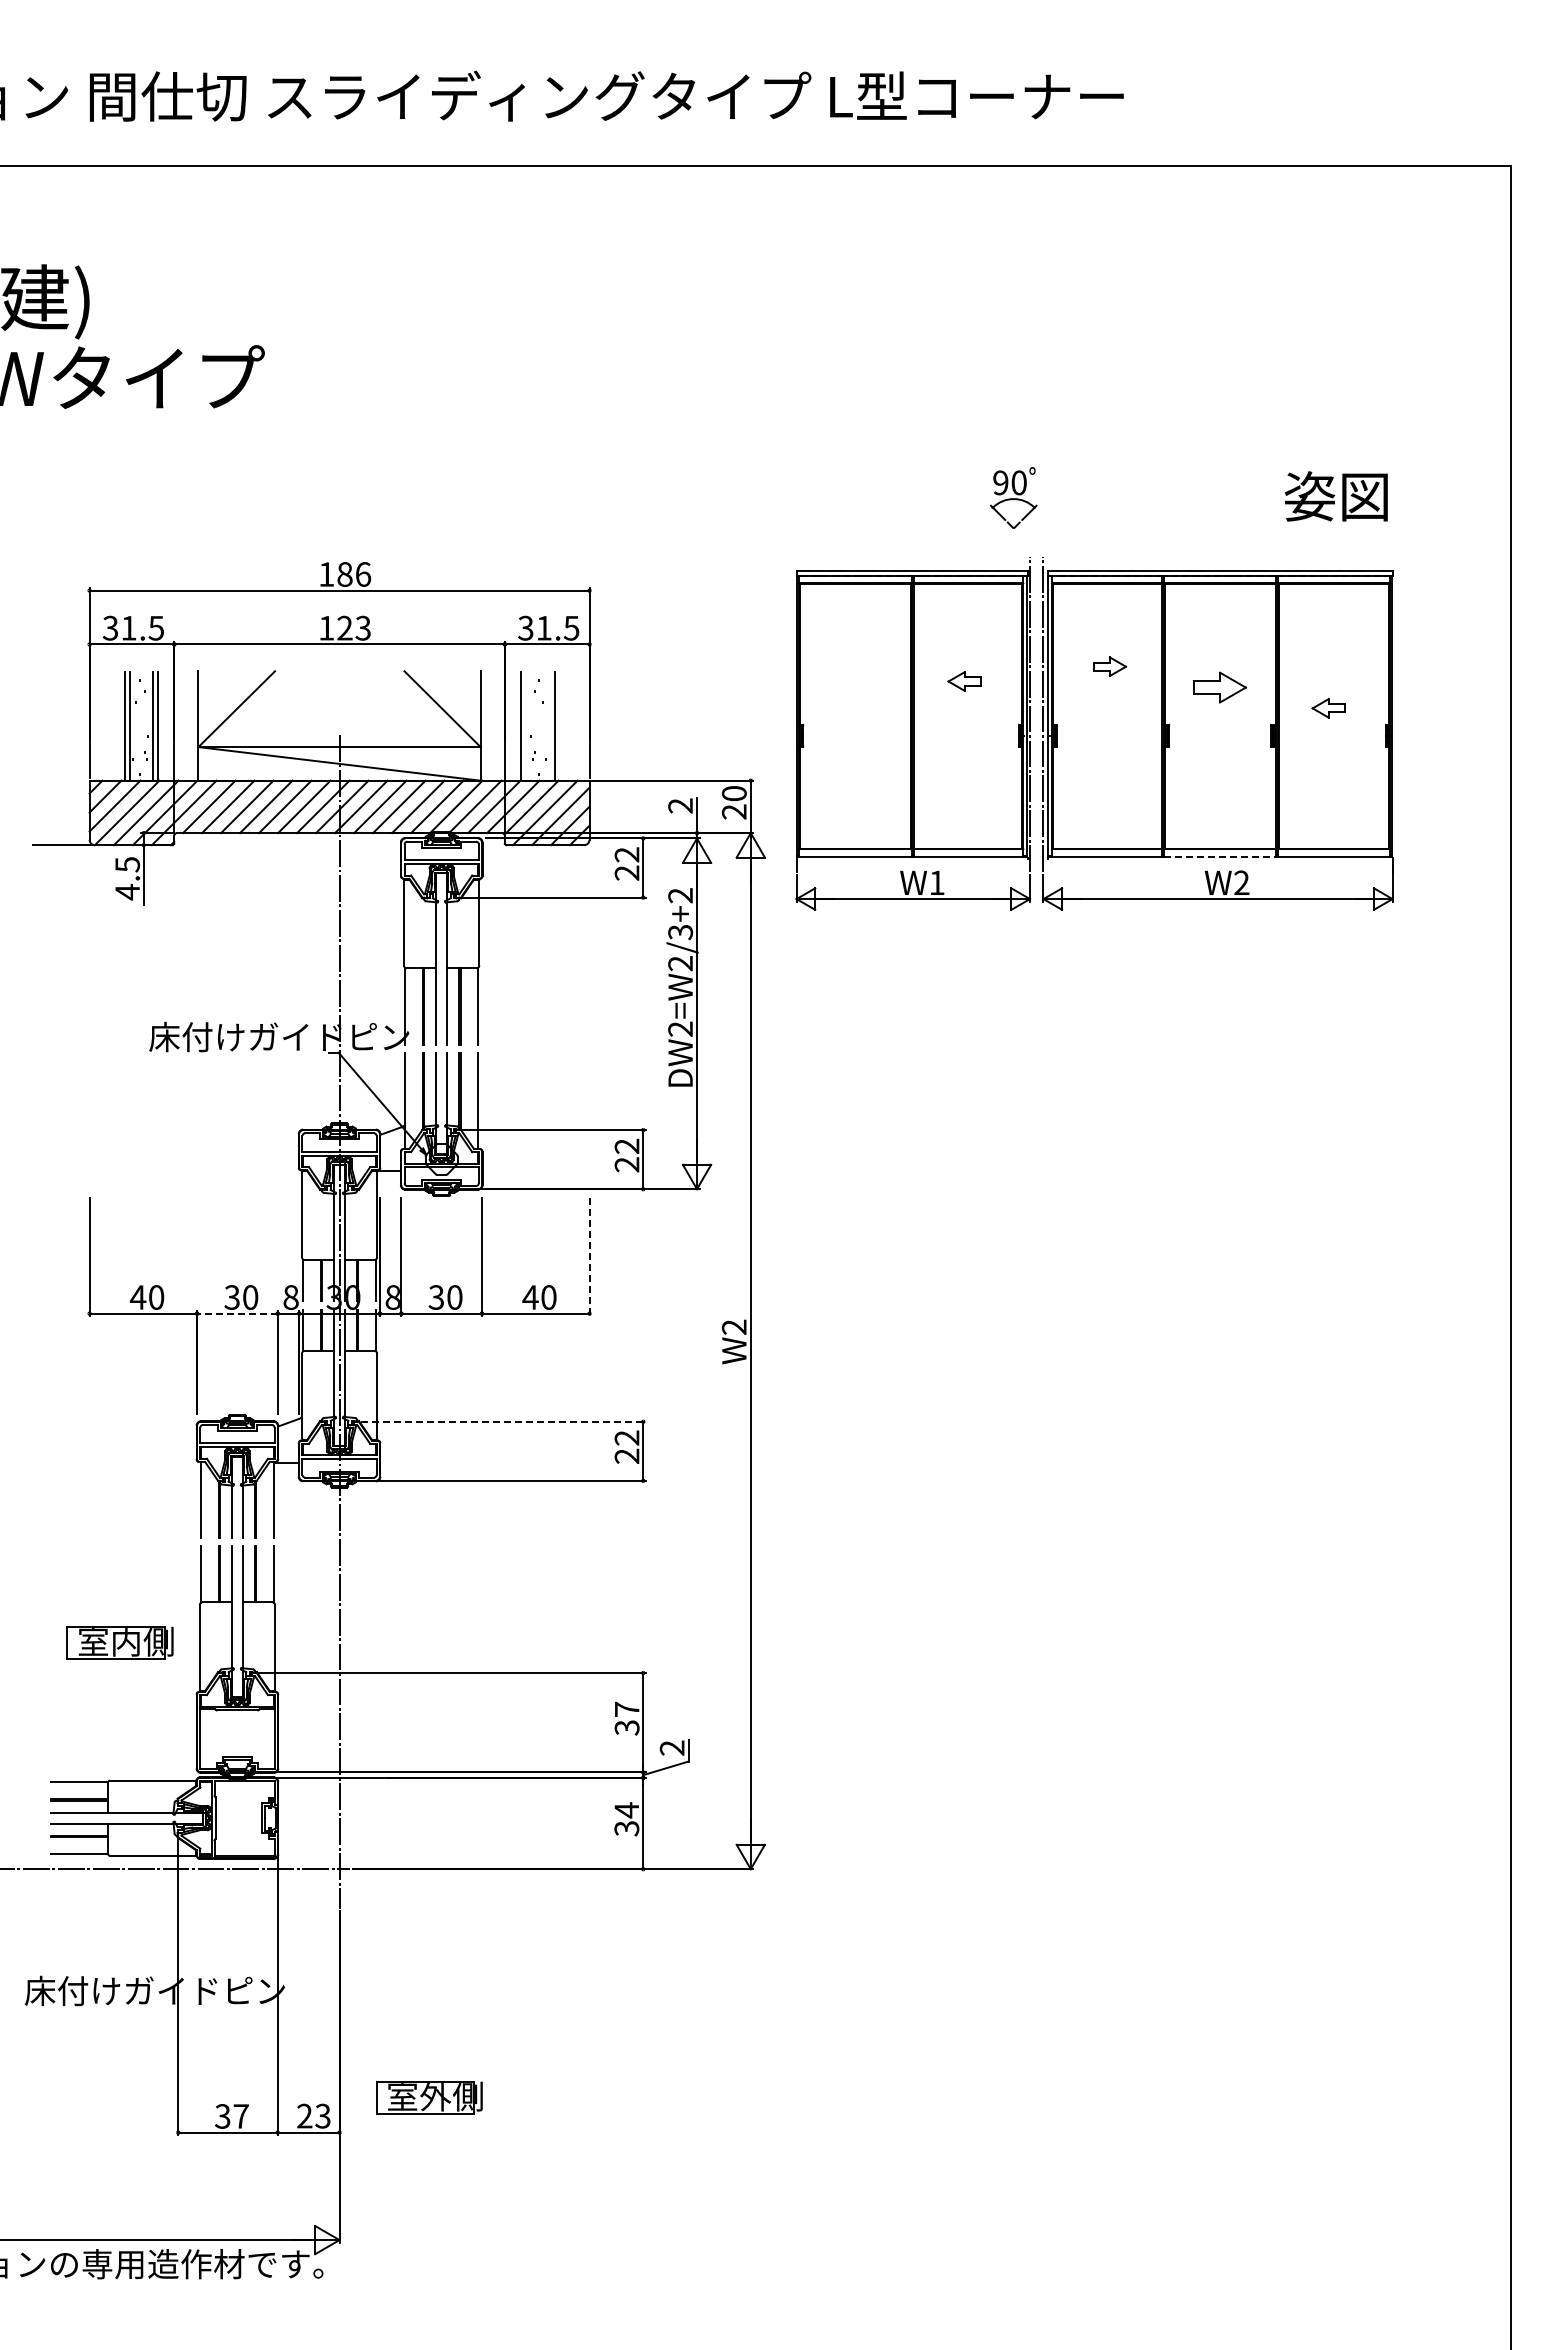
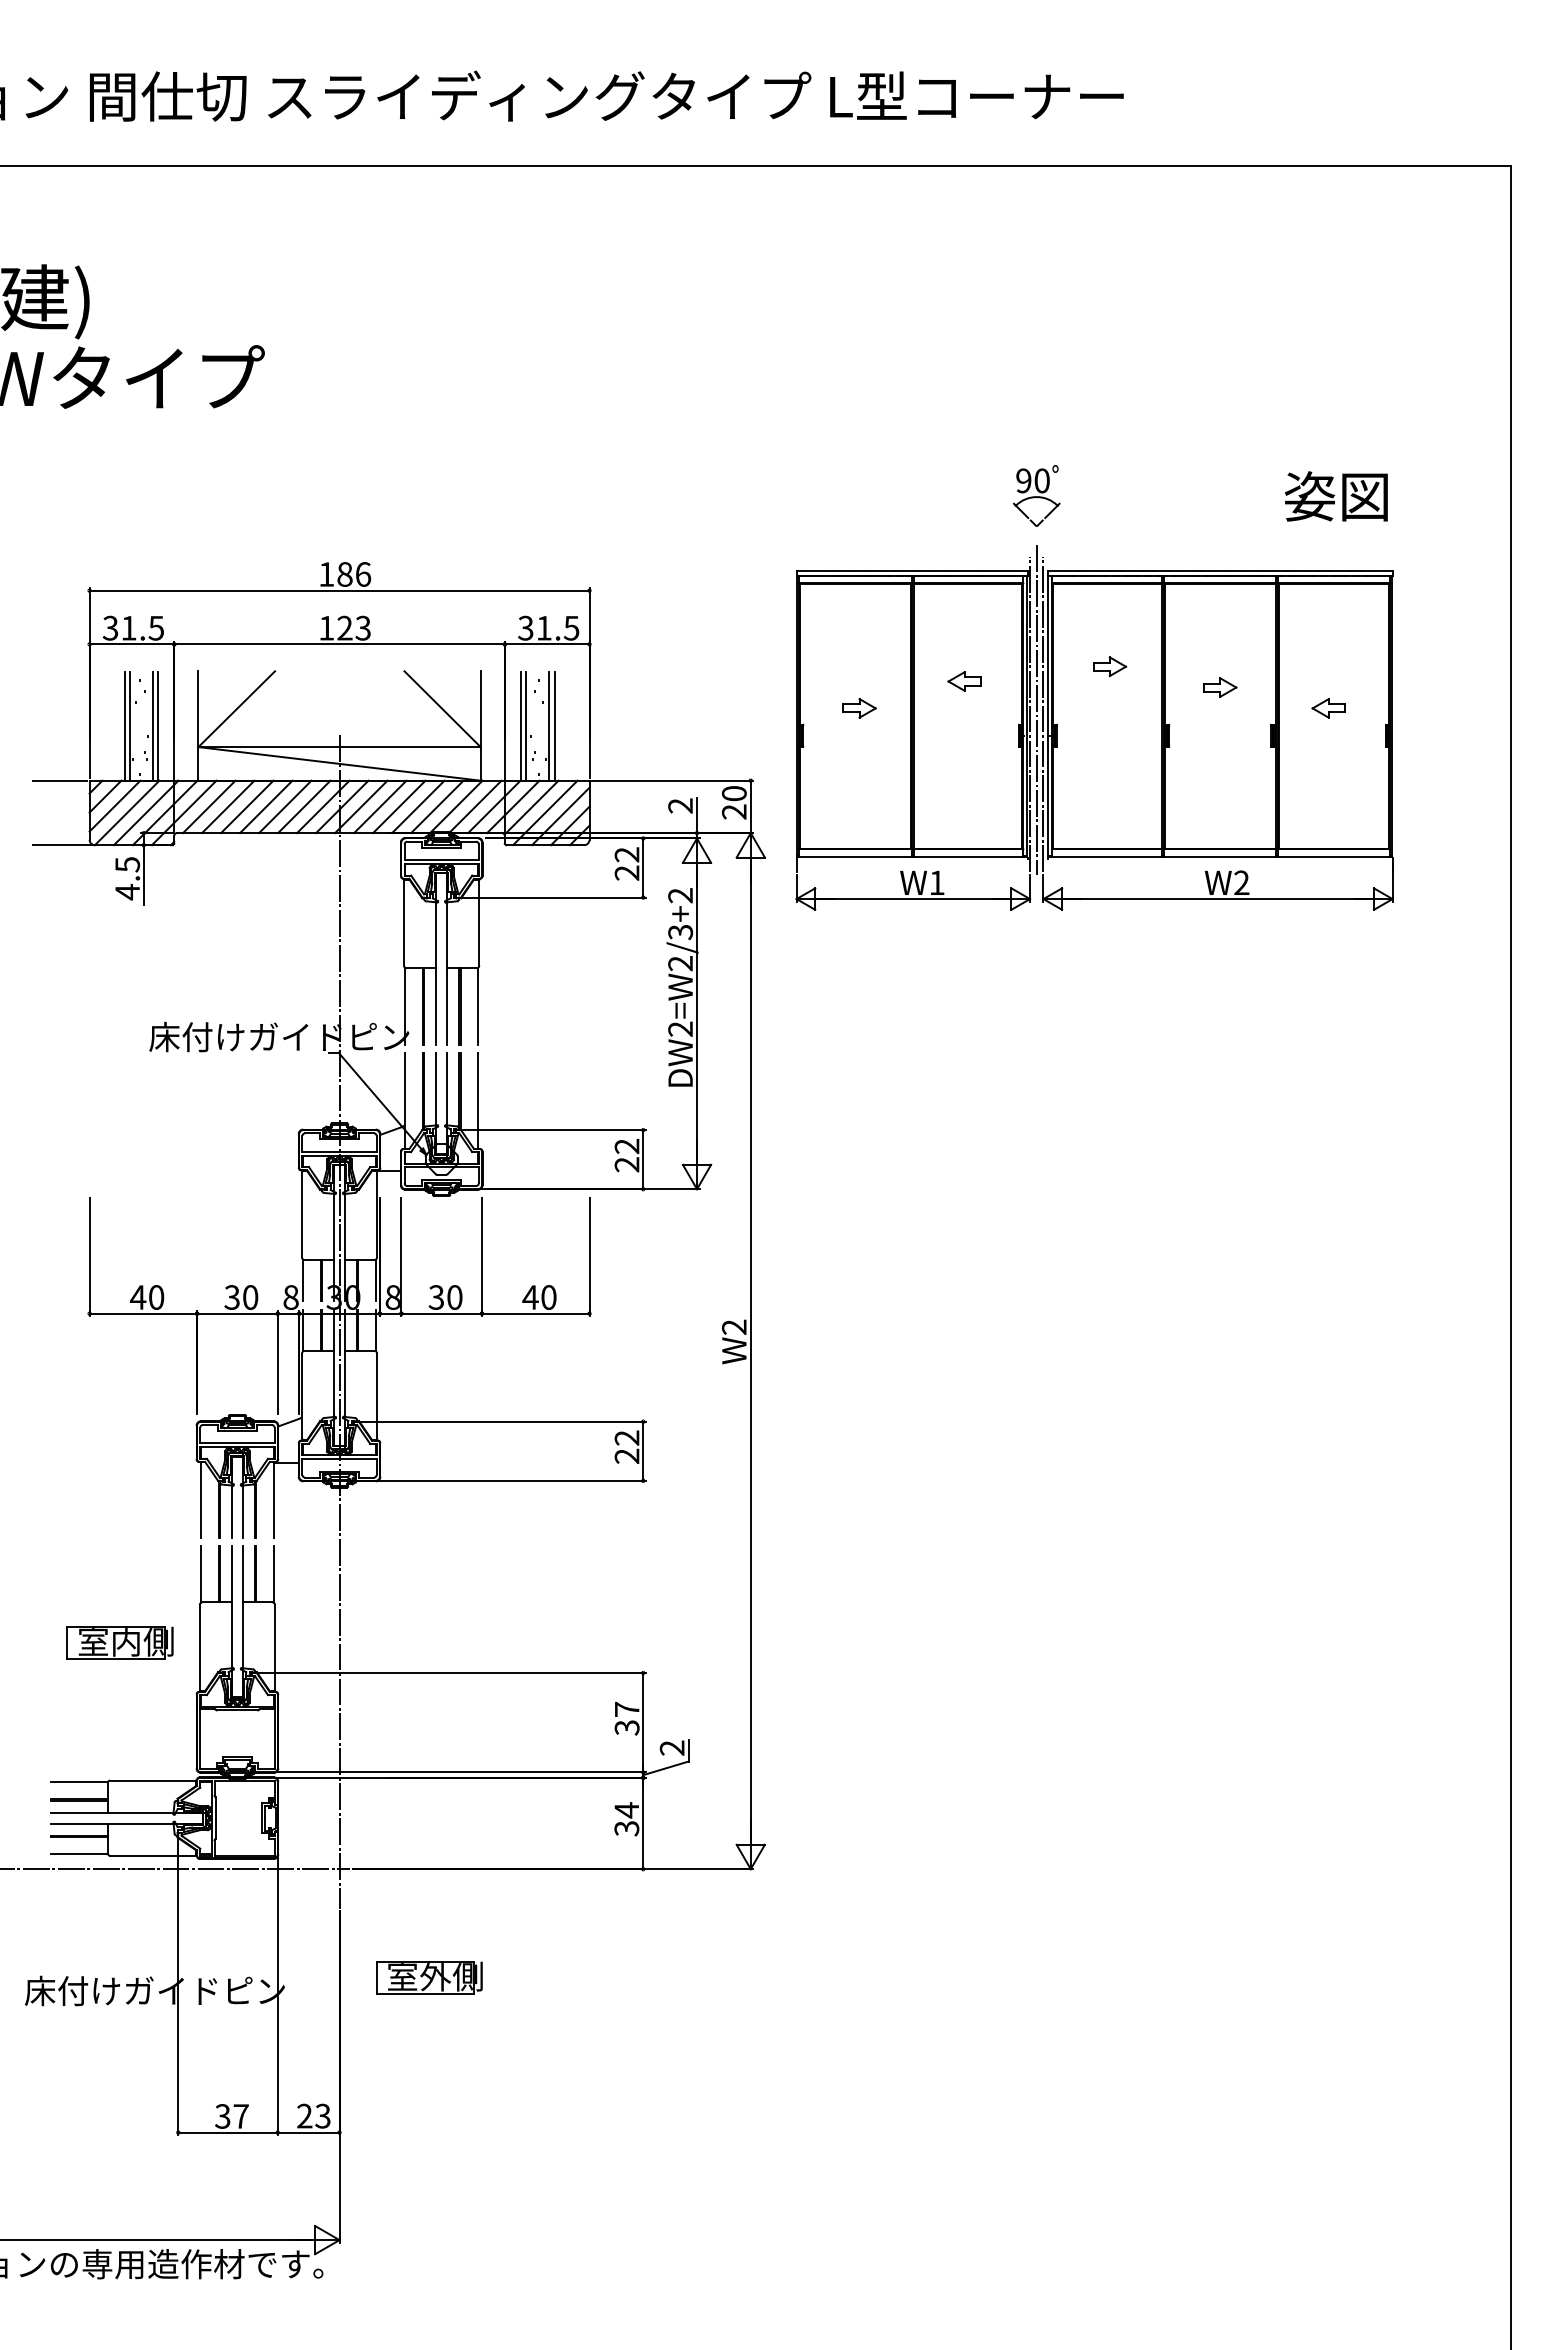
part at (1013, 497) position: (1013, 497) -> (1036, 495)
part at (1219, 687) size: 54x33 px -> 35x21 px
part at (859, 708): none -> present
line at (1036, 710): none -> present
line at (526, 725): none -> present
line at (549, 725): none -> present
line at (59, 780): none -> present
line at (1220, 856): dashed -> solid
line at (589, 1257): dashed -> solid
line at (236, 1313): dashed -> solid
line at (503, 1421): dashed -> solid
part at (429, 2097) position: (429, 2097) -> (429, 1977)
